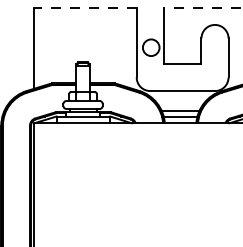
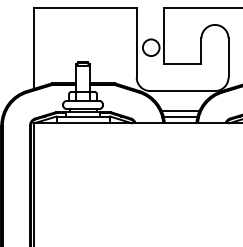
line at (85, 8): dashed -> solid
line at (202, 8): dashed -> solid
